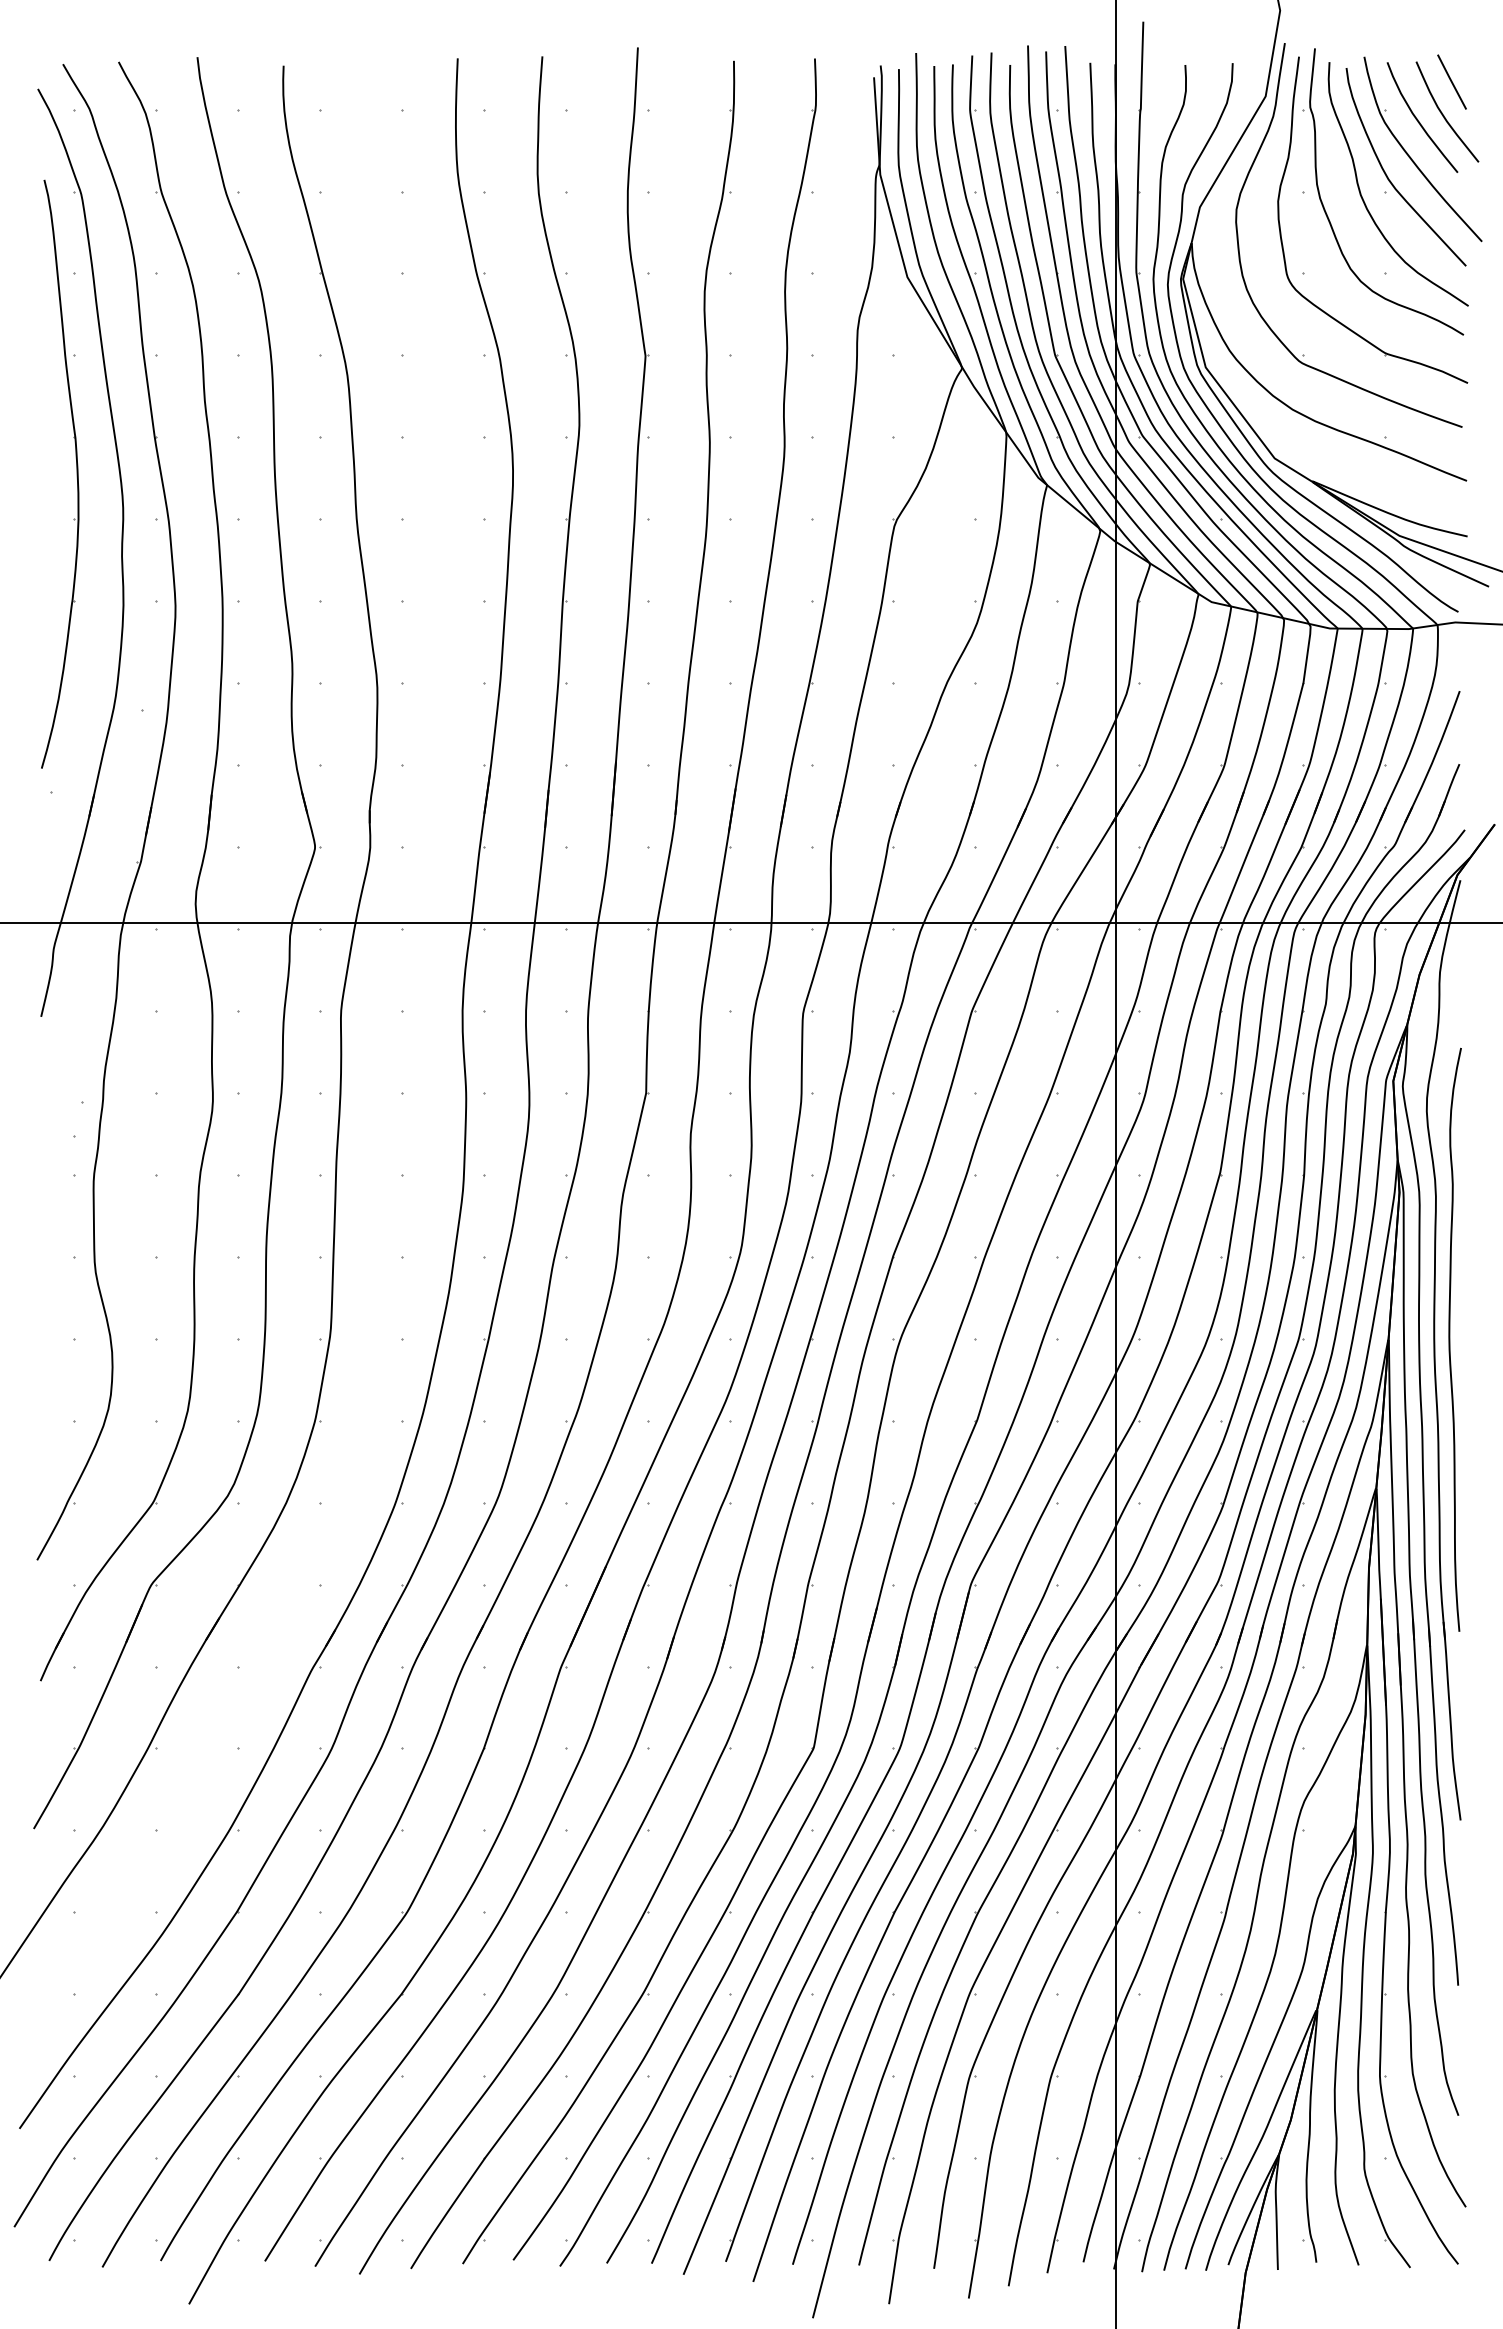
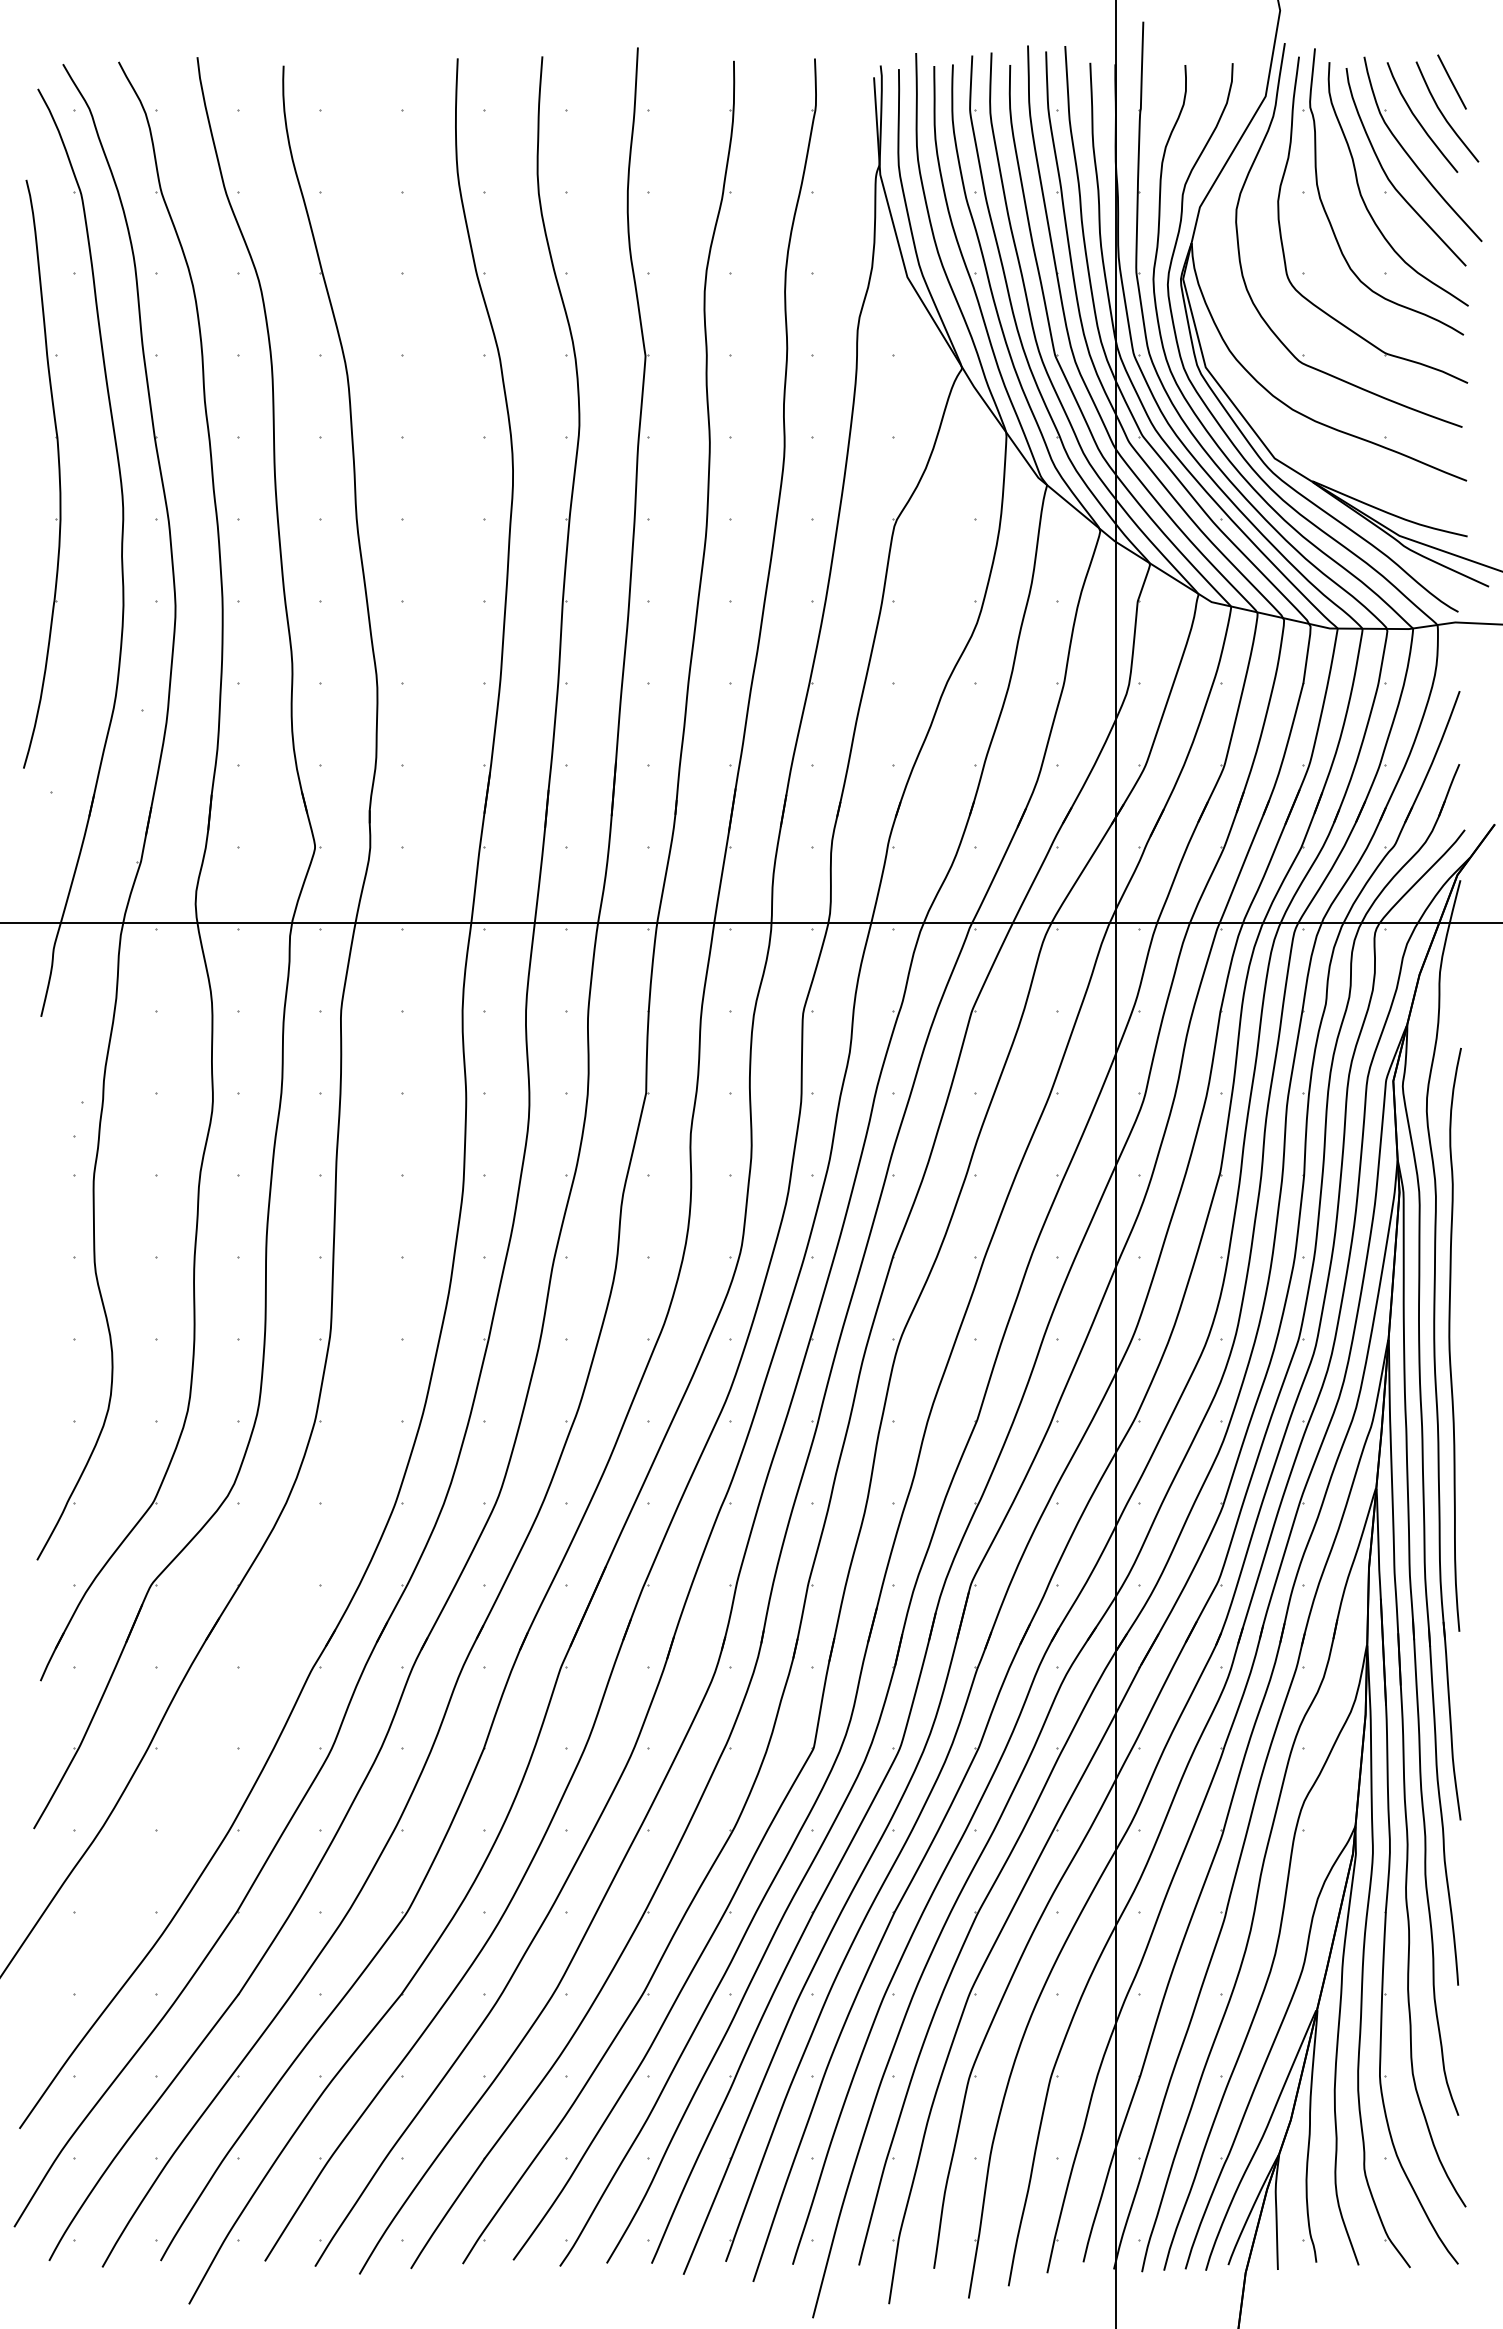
part at (76, 473) position: (76, 473) -> (58, 473)
